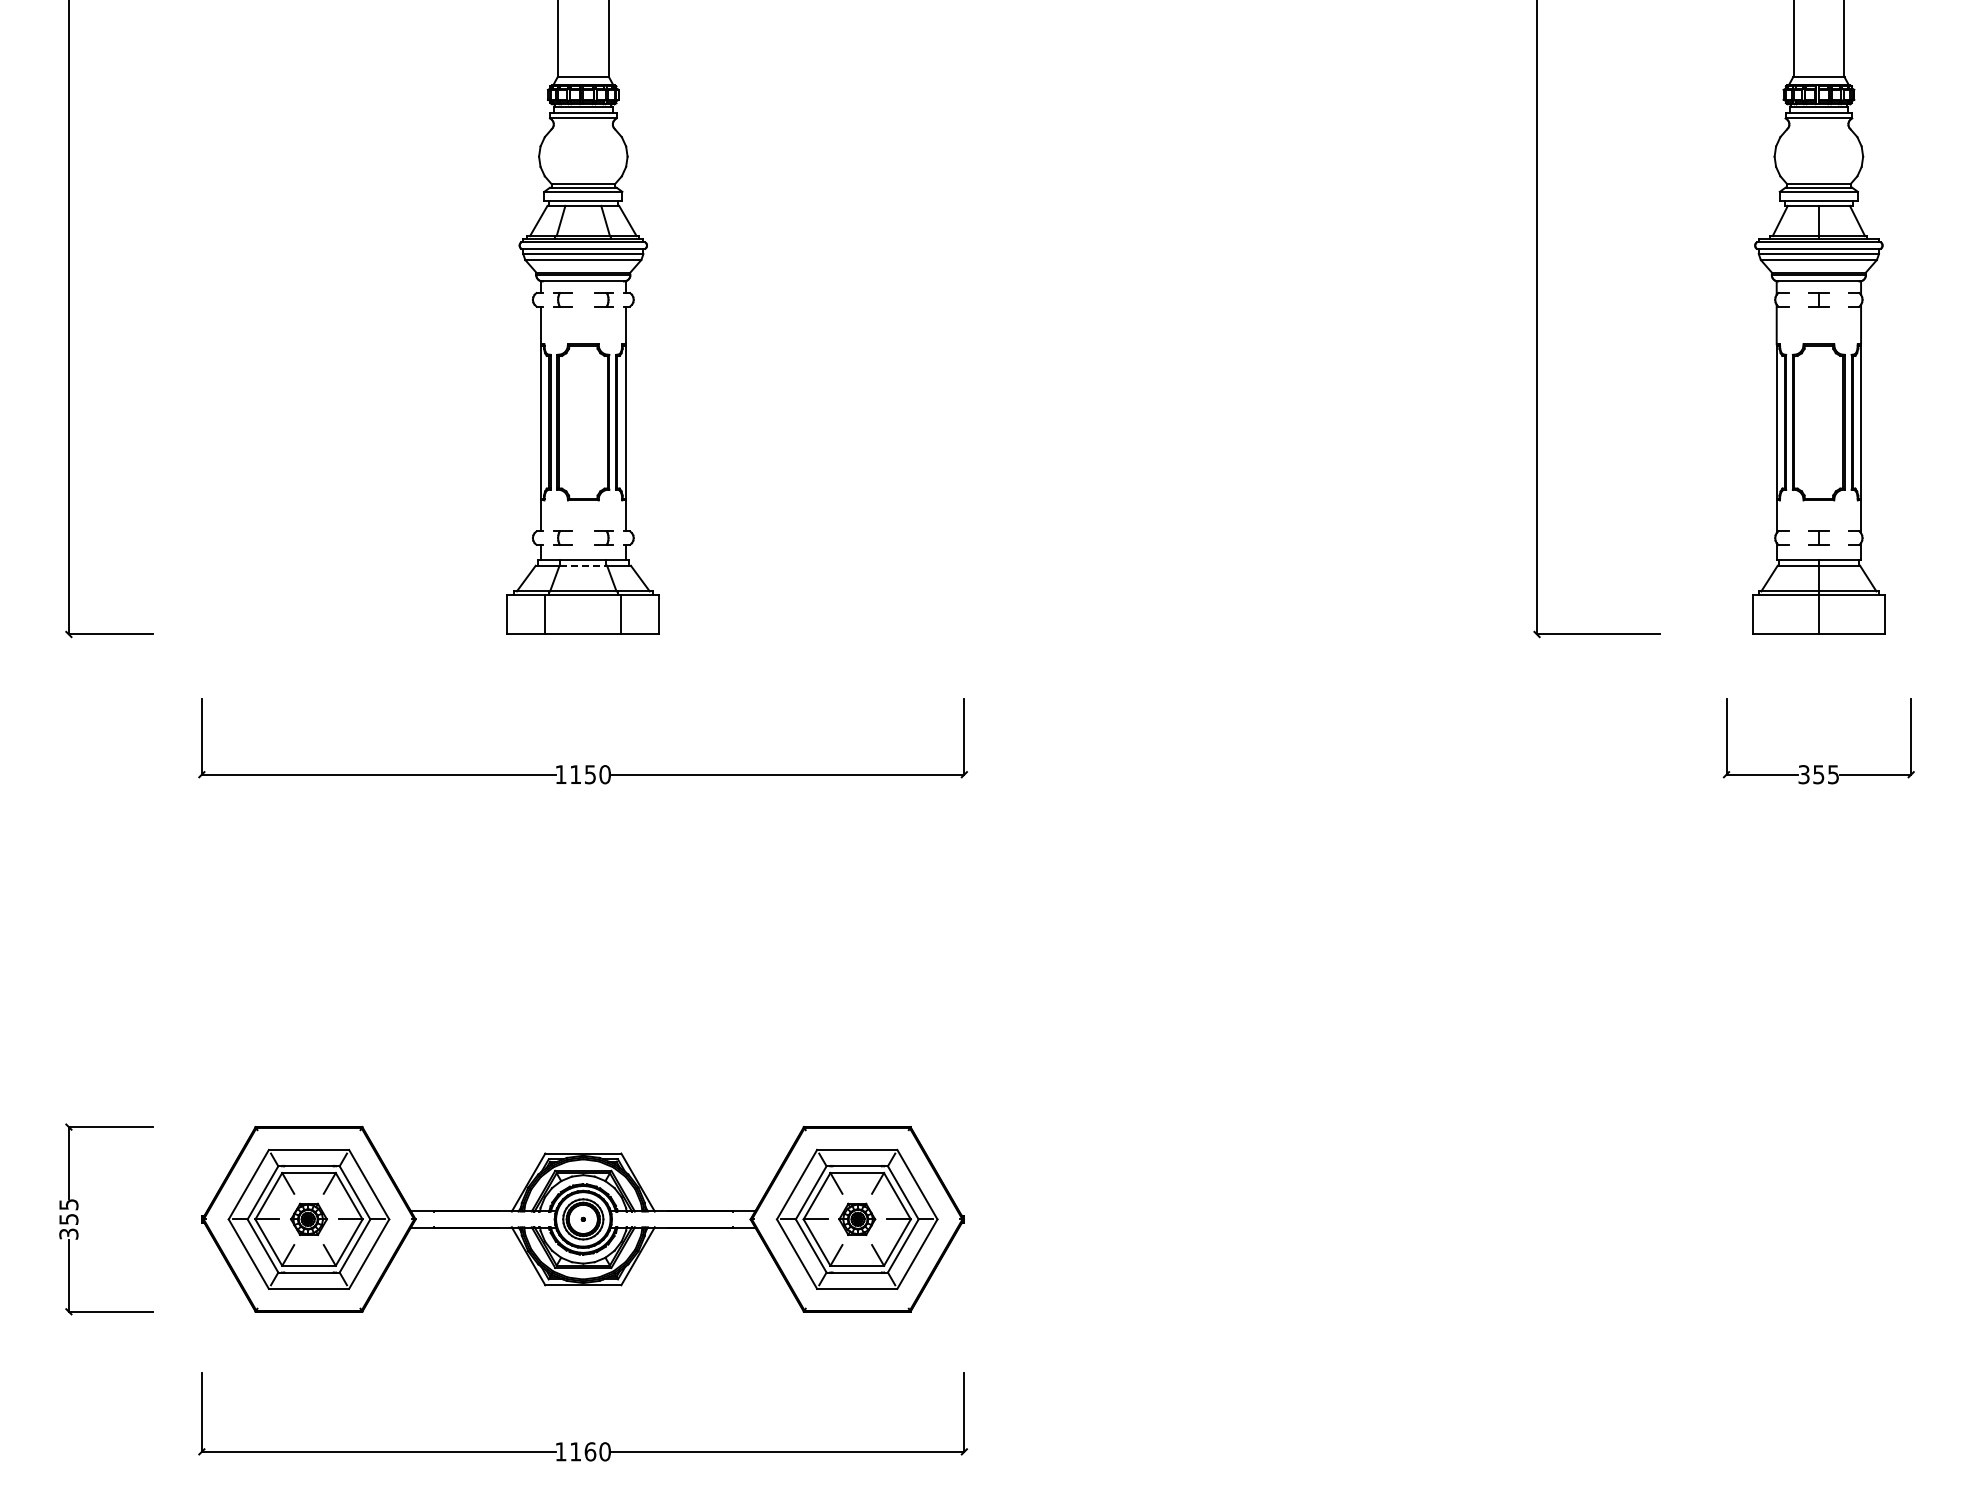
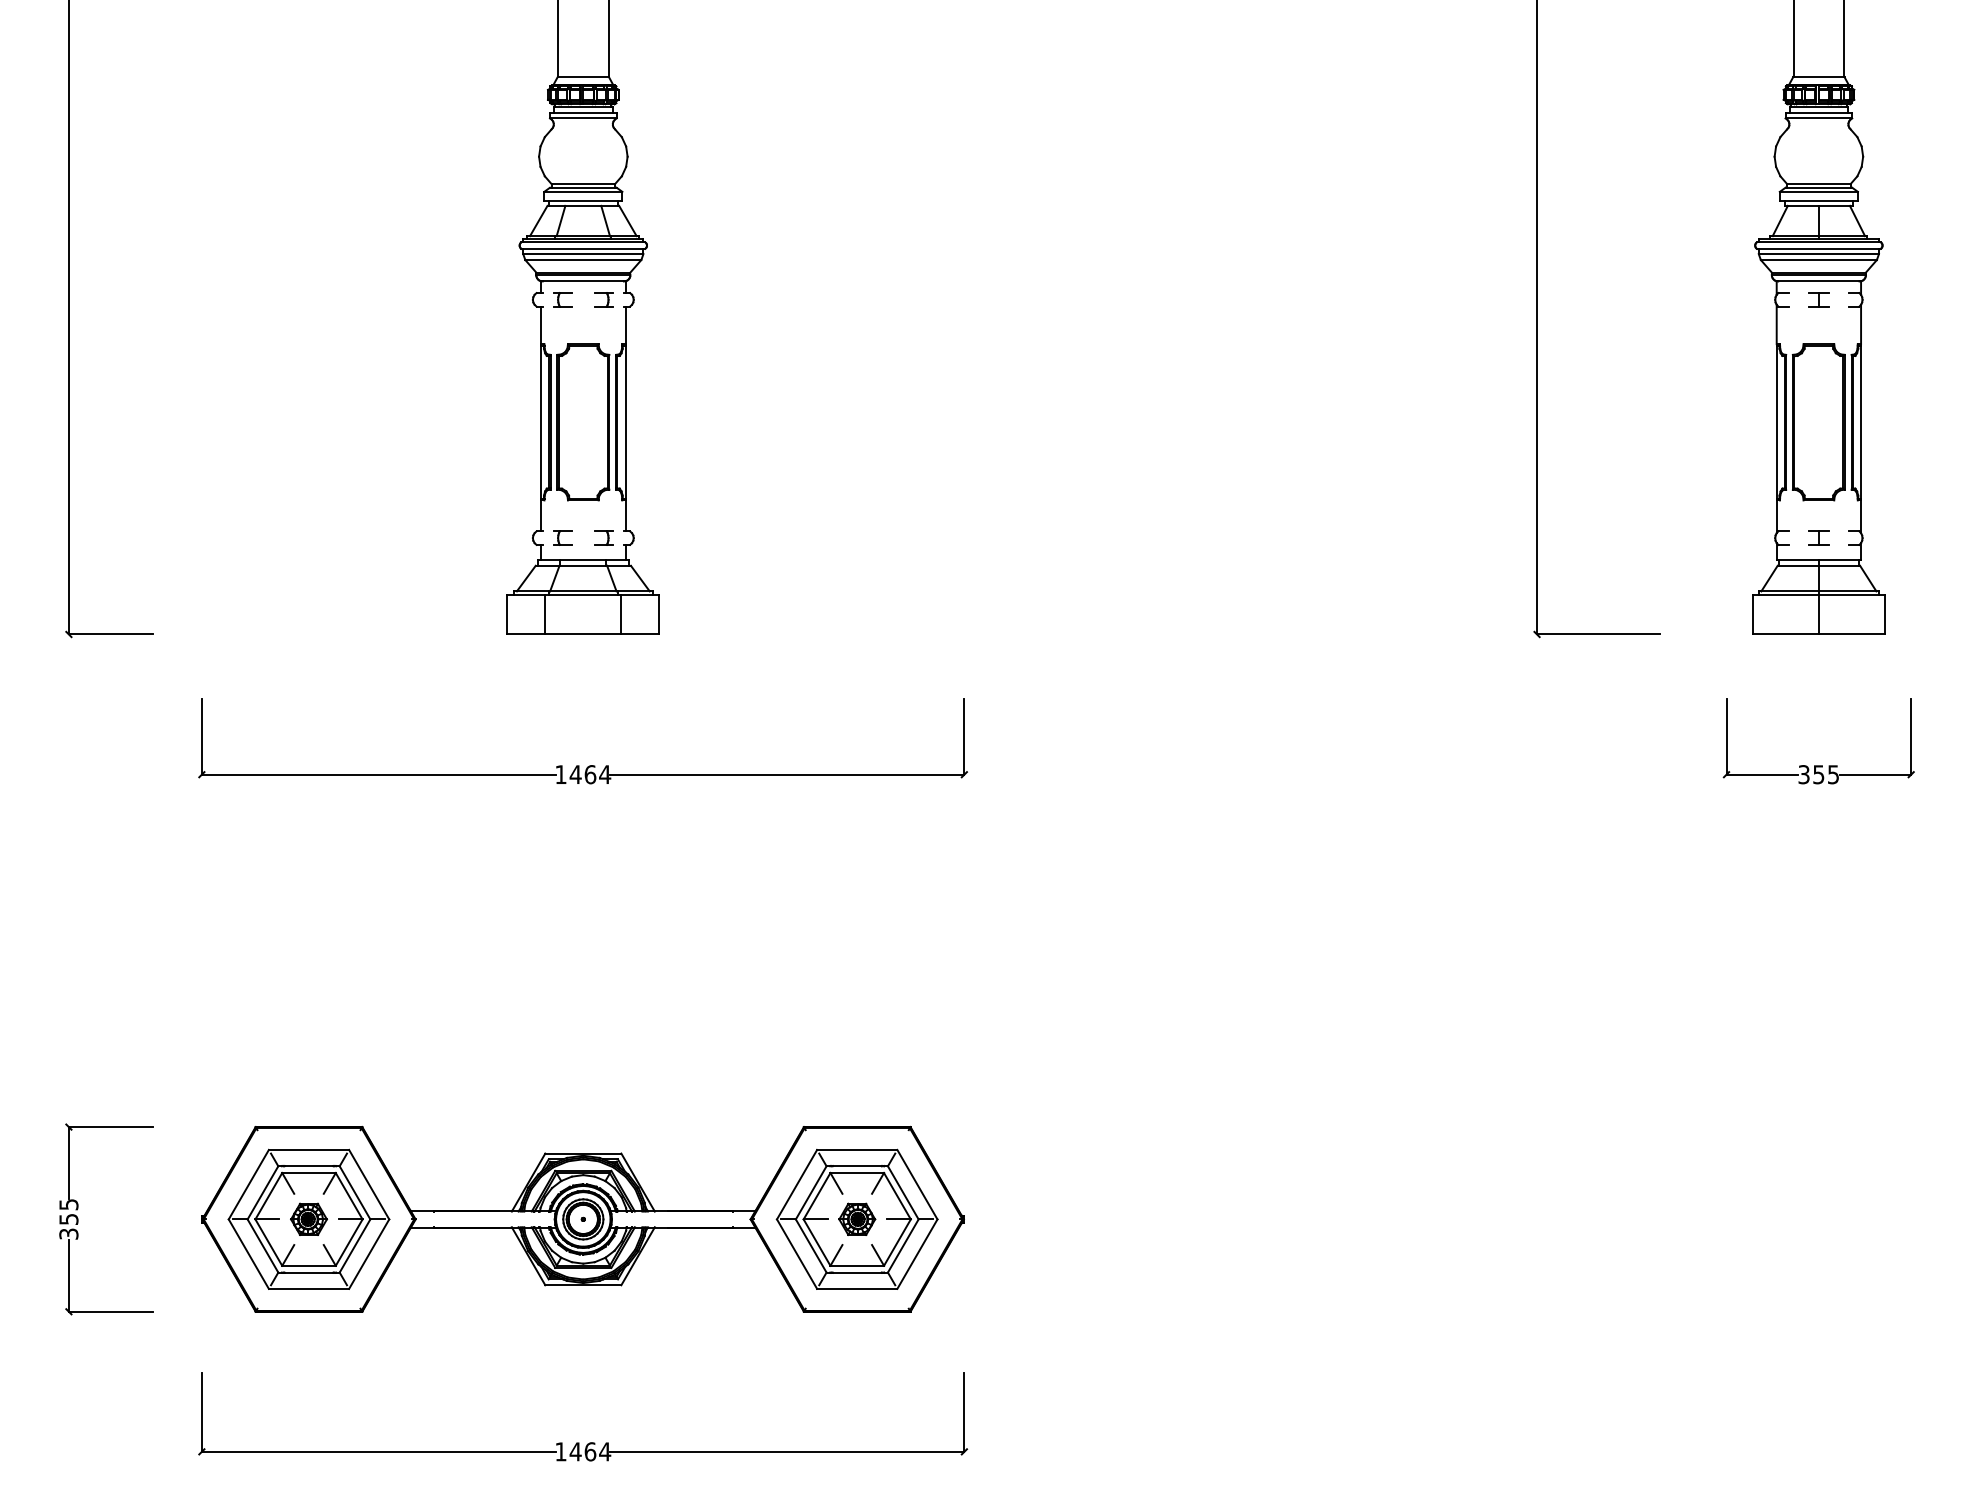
line at (583, 565): dashed -> solid
text at (590, 774): 1150 -> 1464
text at (590, 1451): 1160 -> 1464
